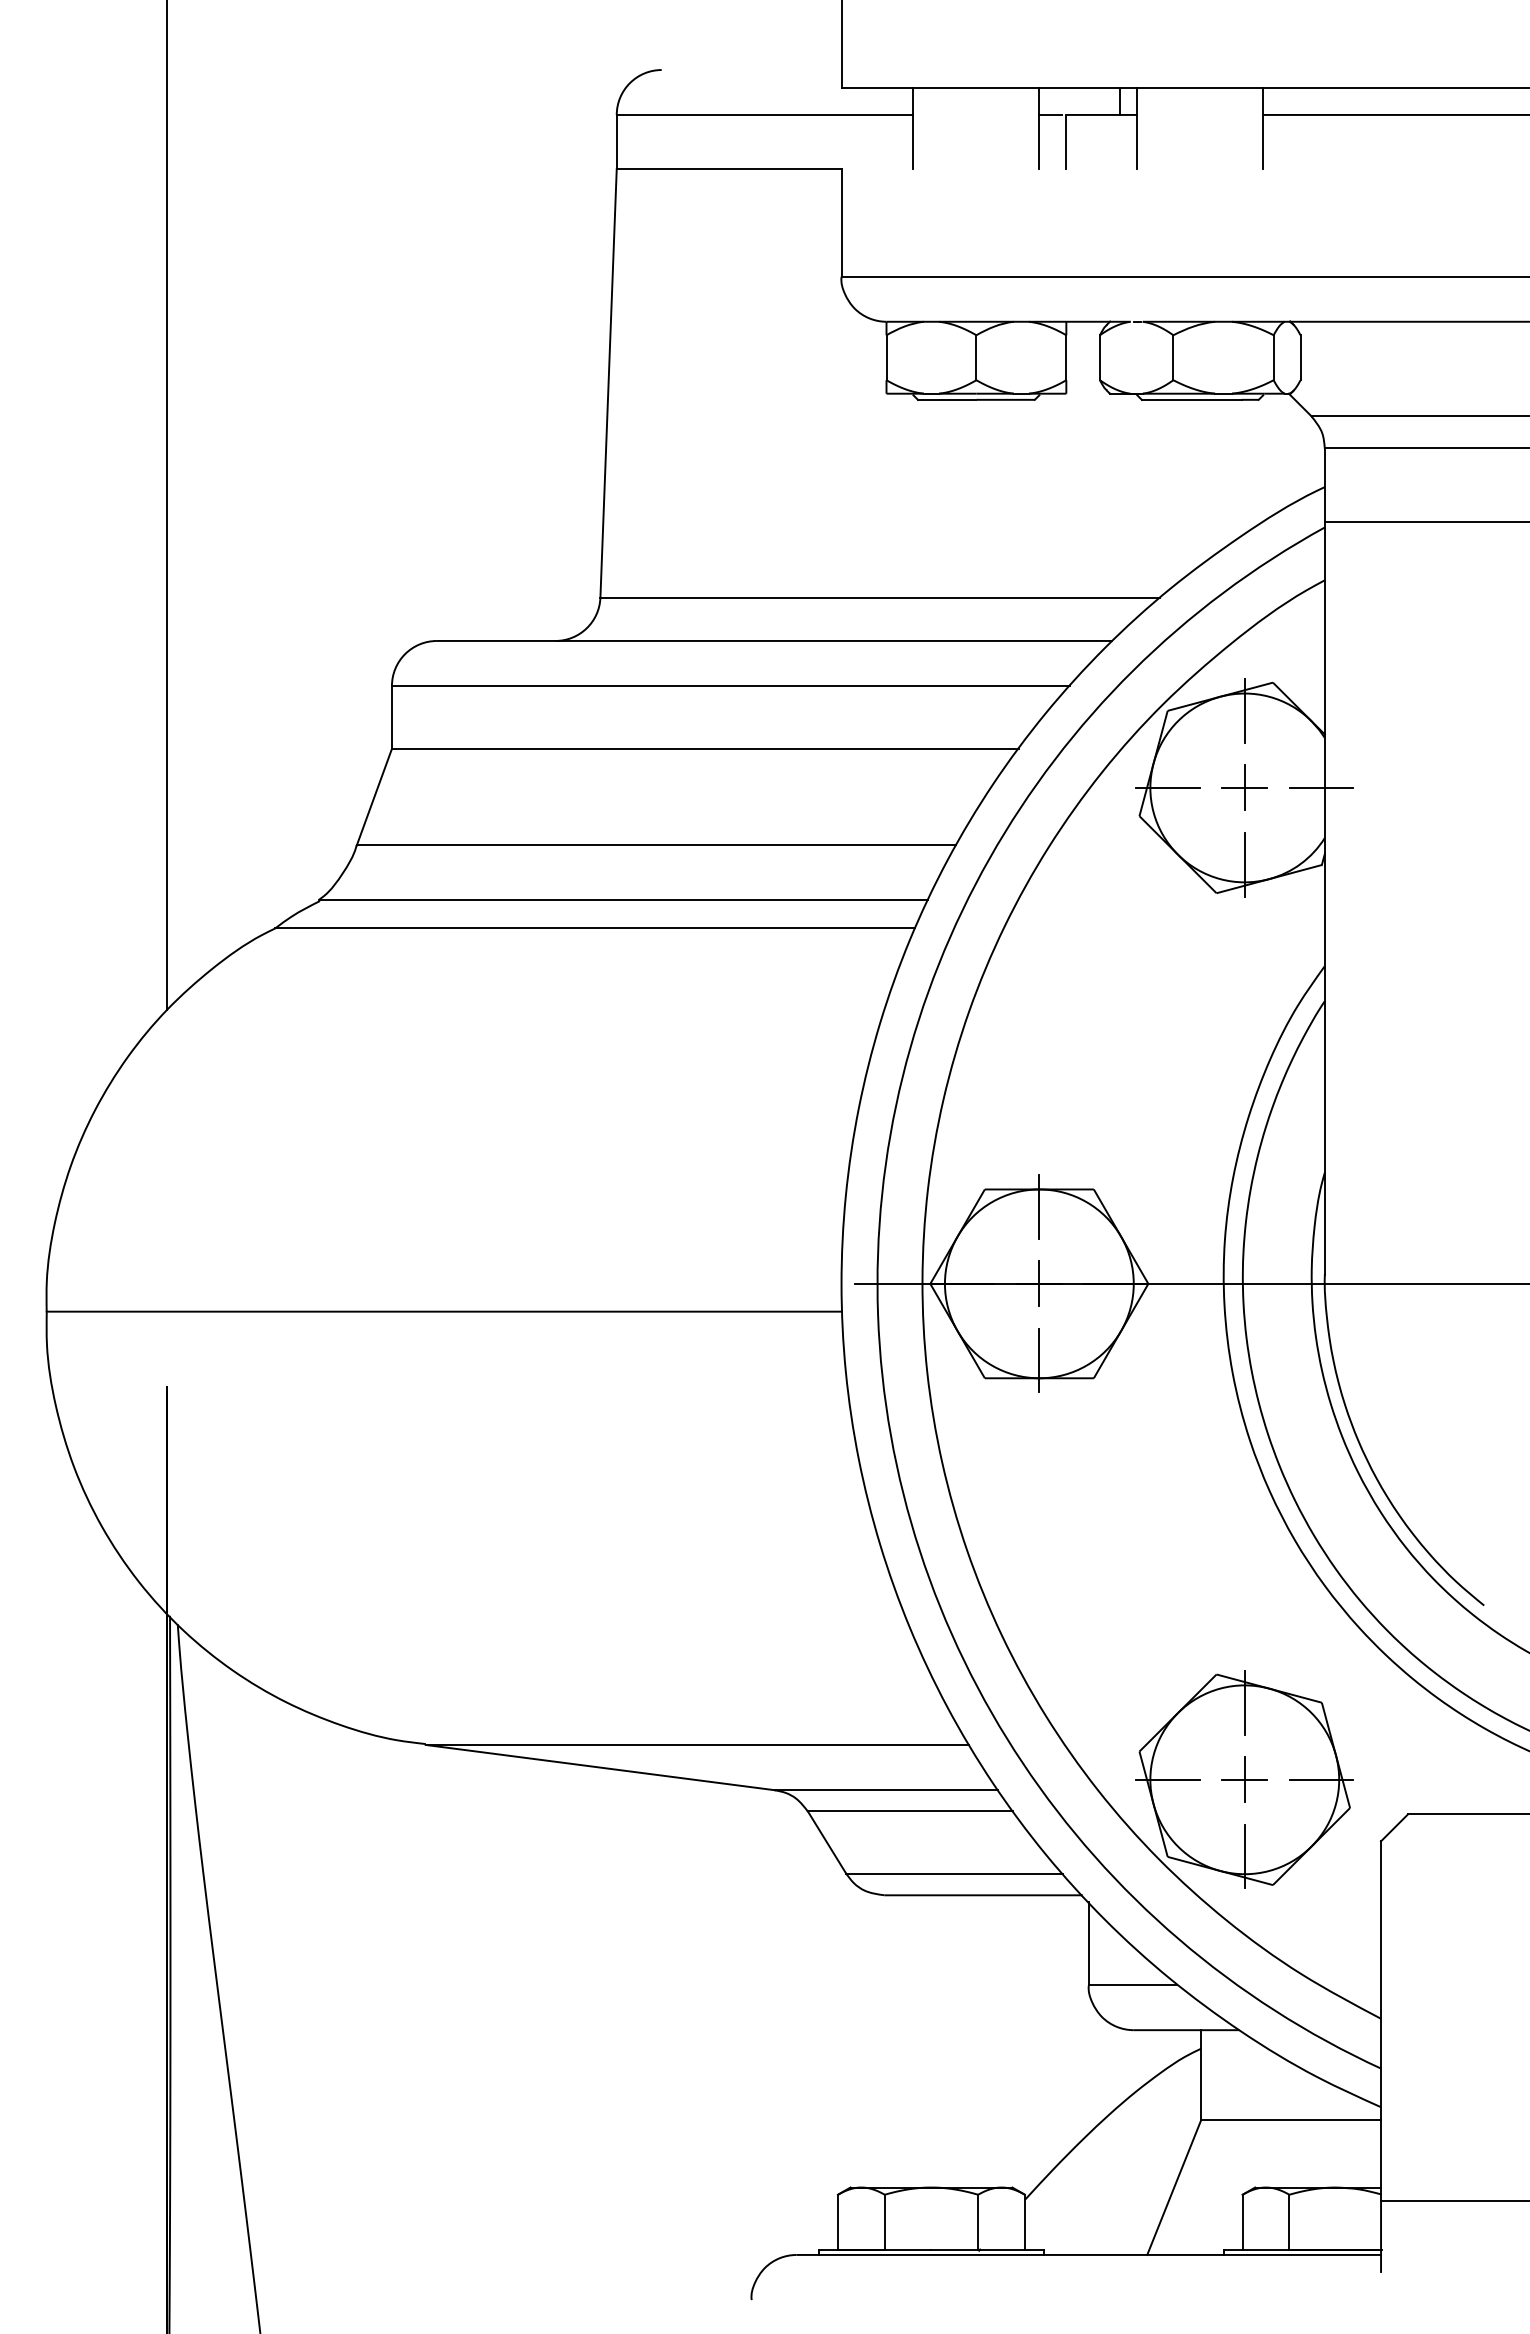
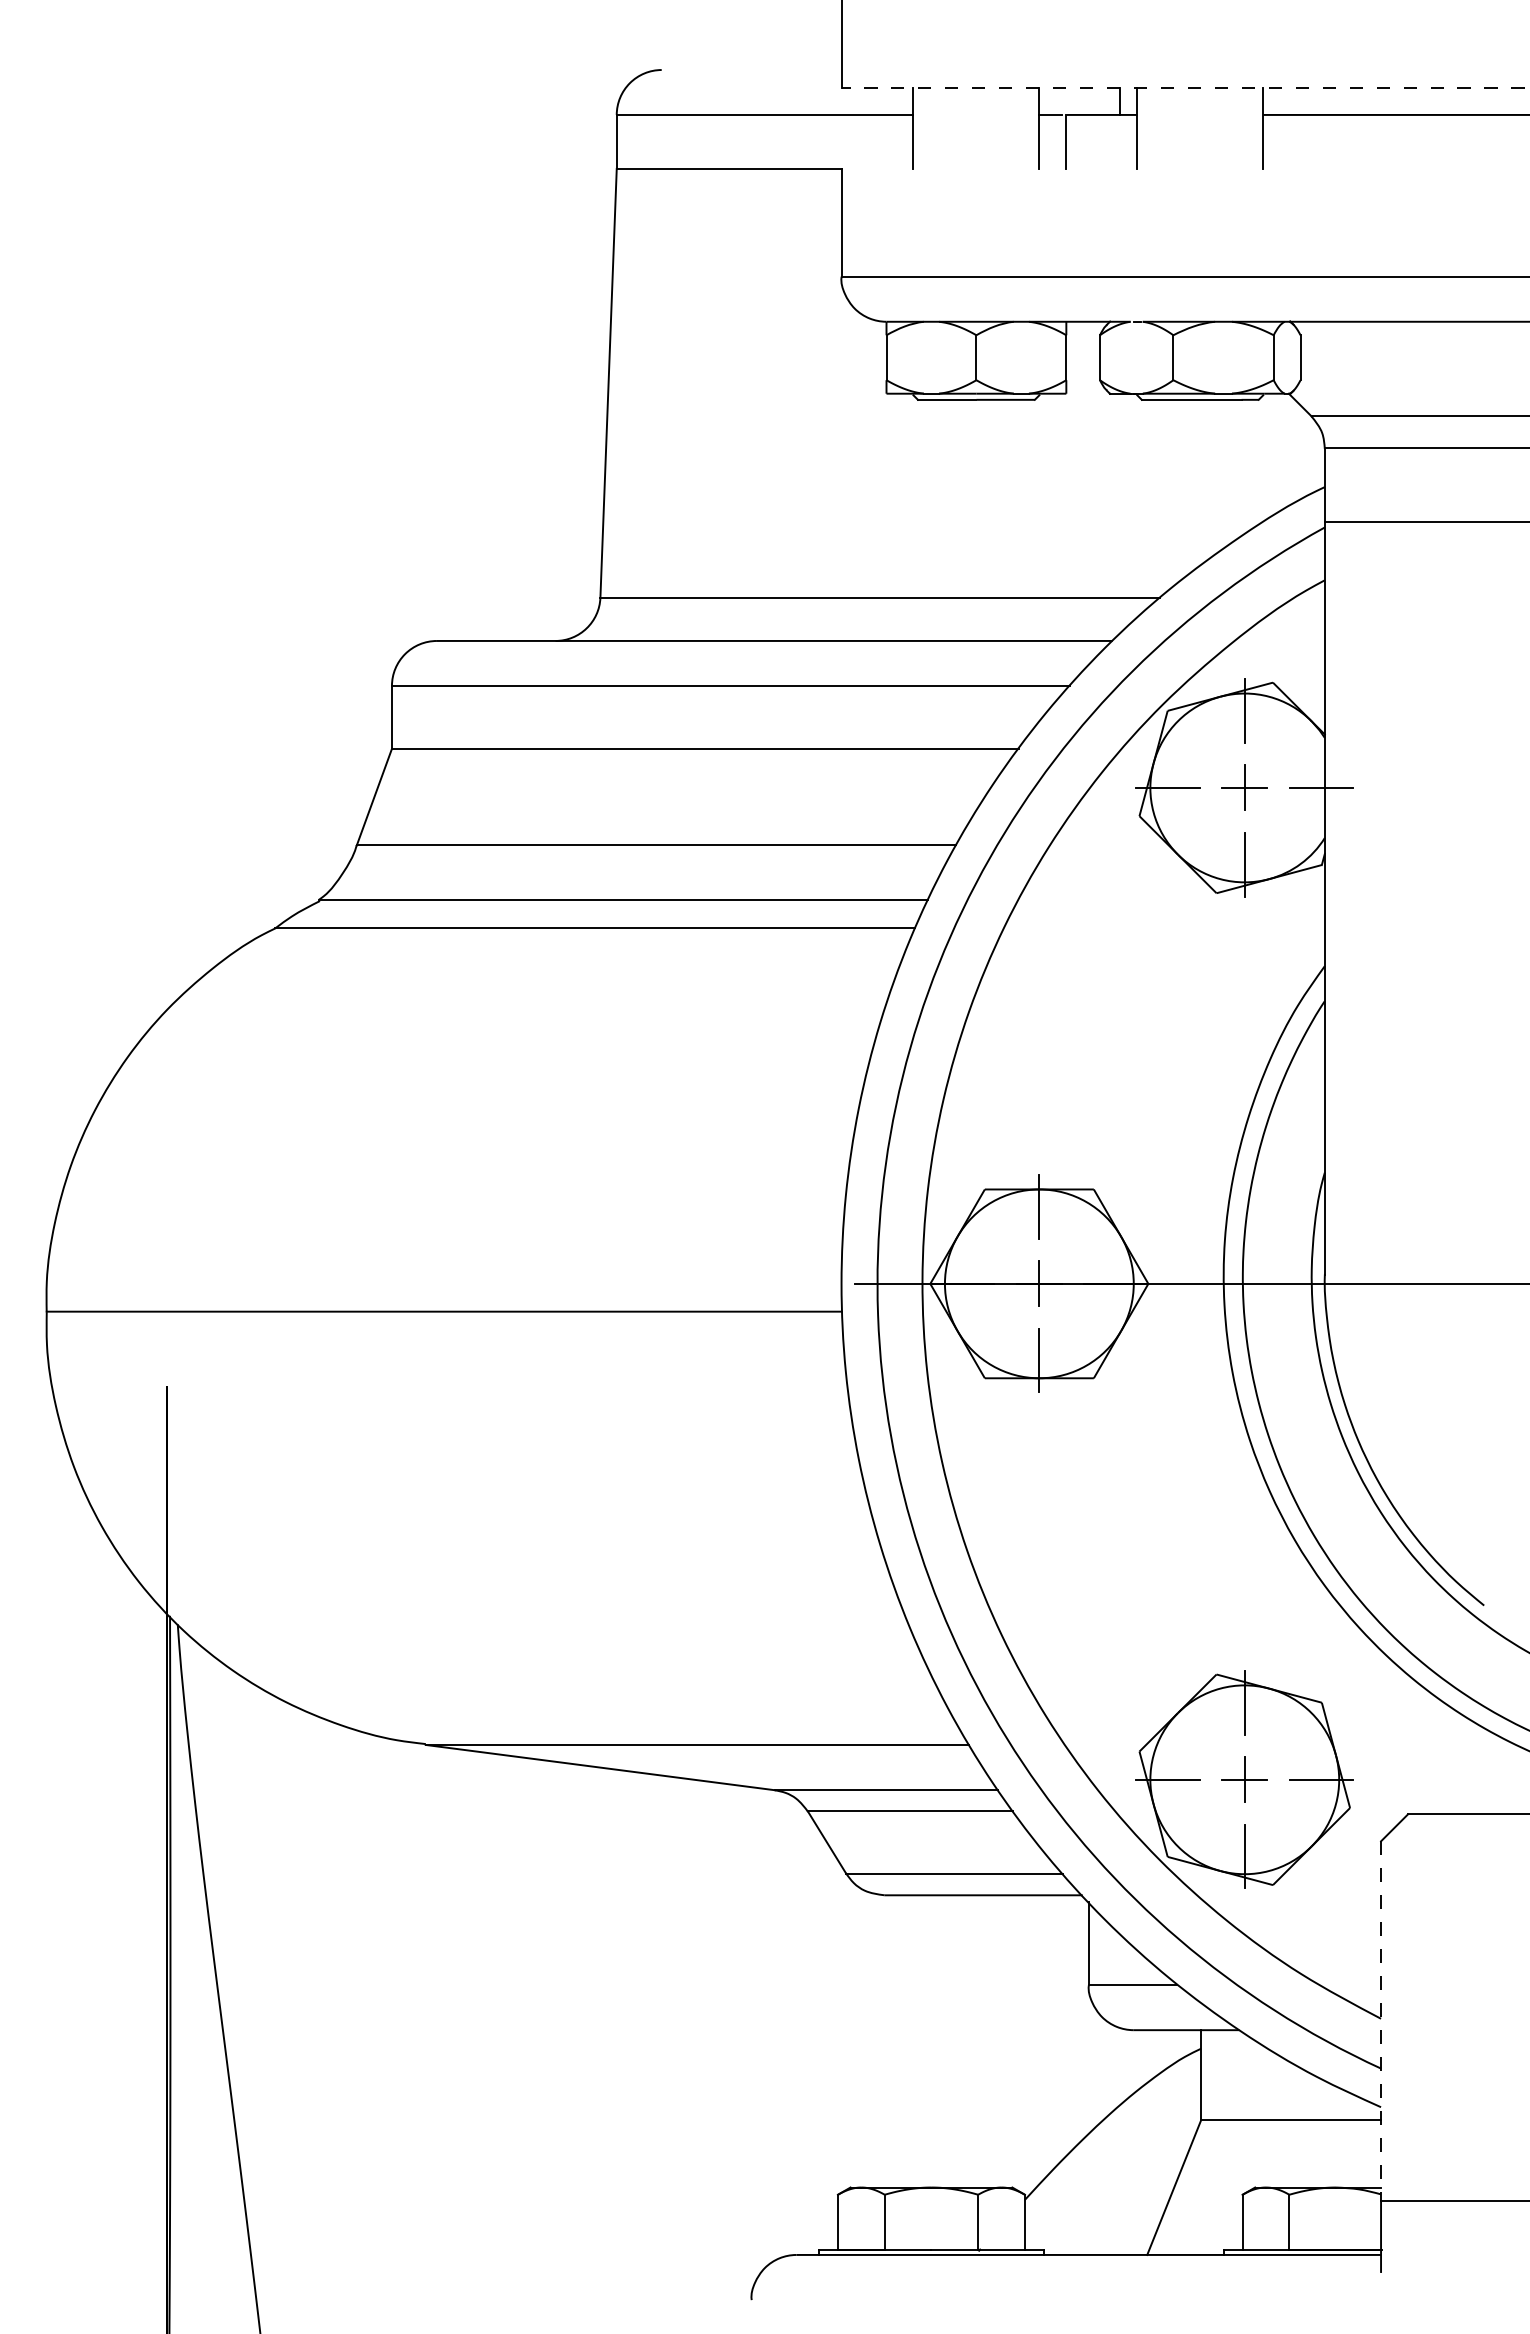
line at (1185, 88): solid -> dashed
line at (167, 505): present -> none
line at (1381, 2021): solid -> dashed
